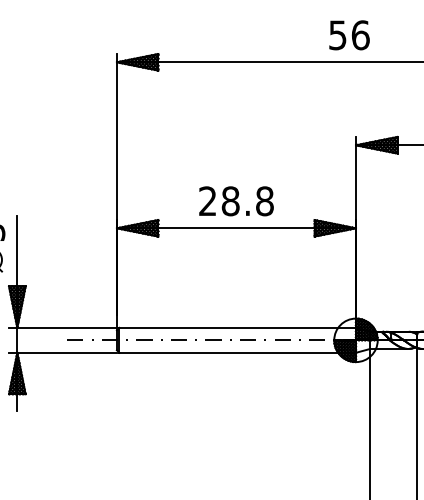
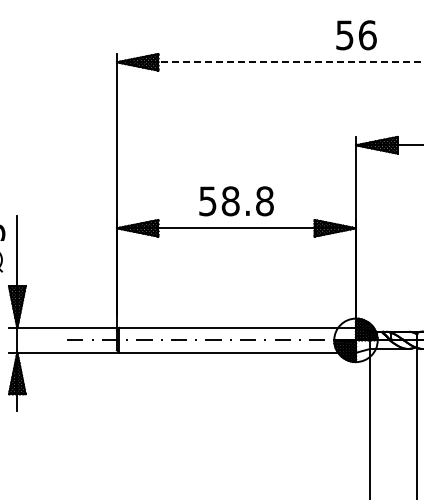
text at (349, 35) position: (349, 35) -> (356, 35)
line at (270, 62): solid -> dashed
text at (207, 201): 28.8 -> 58.8
